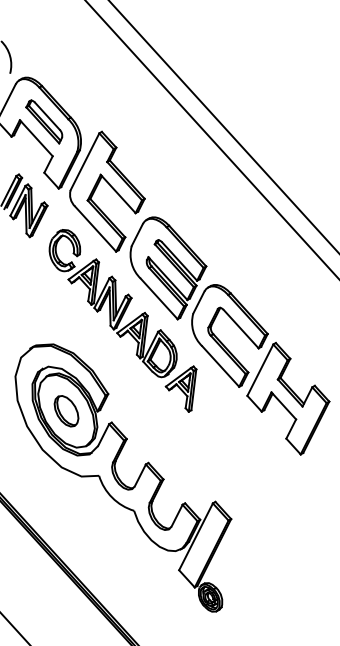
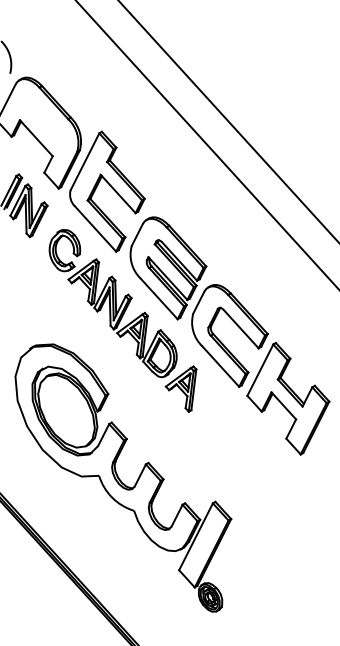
part at (44, 121): present -> none
line at (223, 126) position: (223, 126) -> (227, 121)
line at (211, 139) position: (211, 139) -> (206, 144)
part at (66, 411): present -> none
line at (14, 628): present -> none
